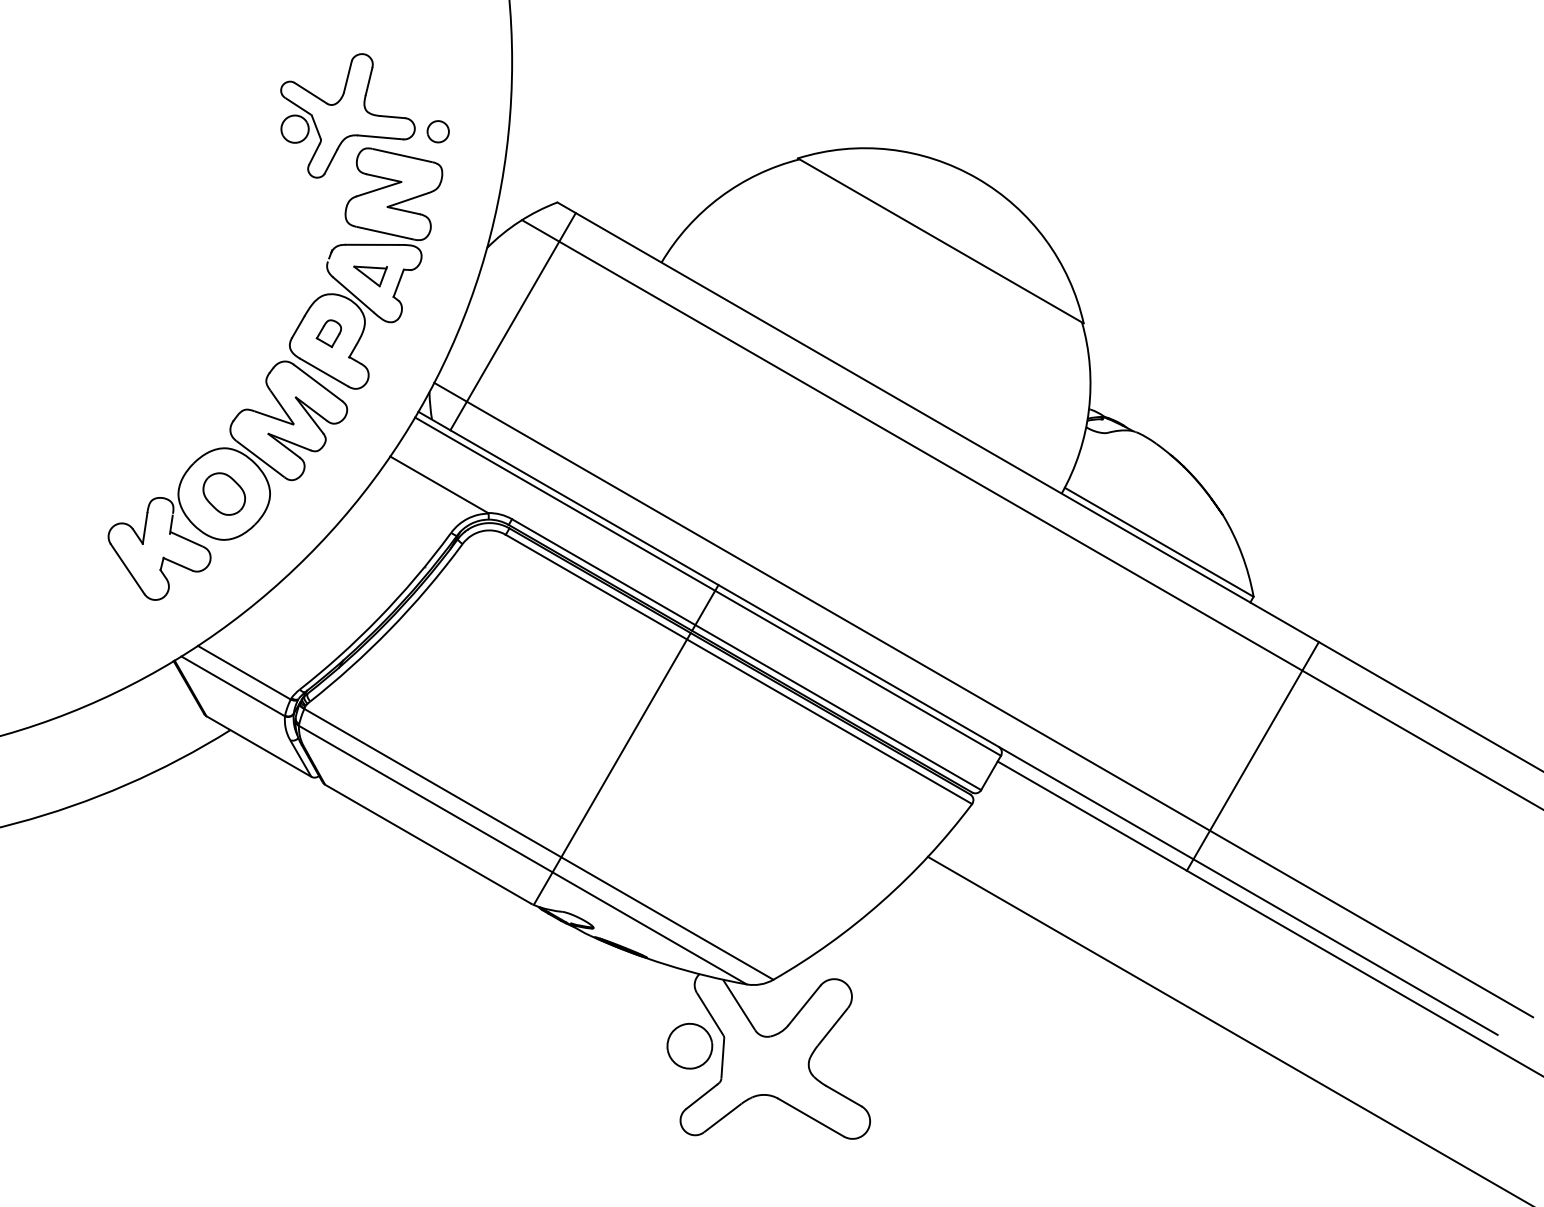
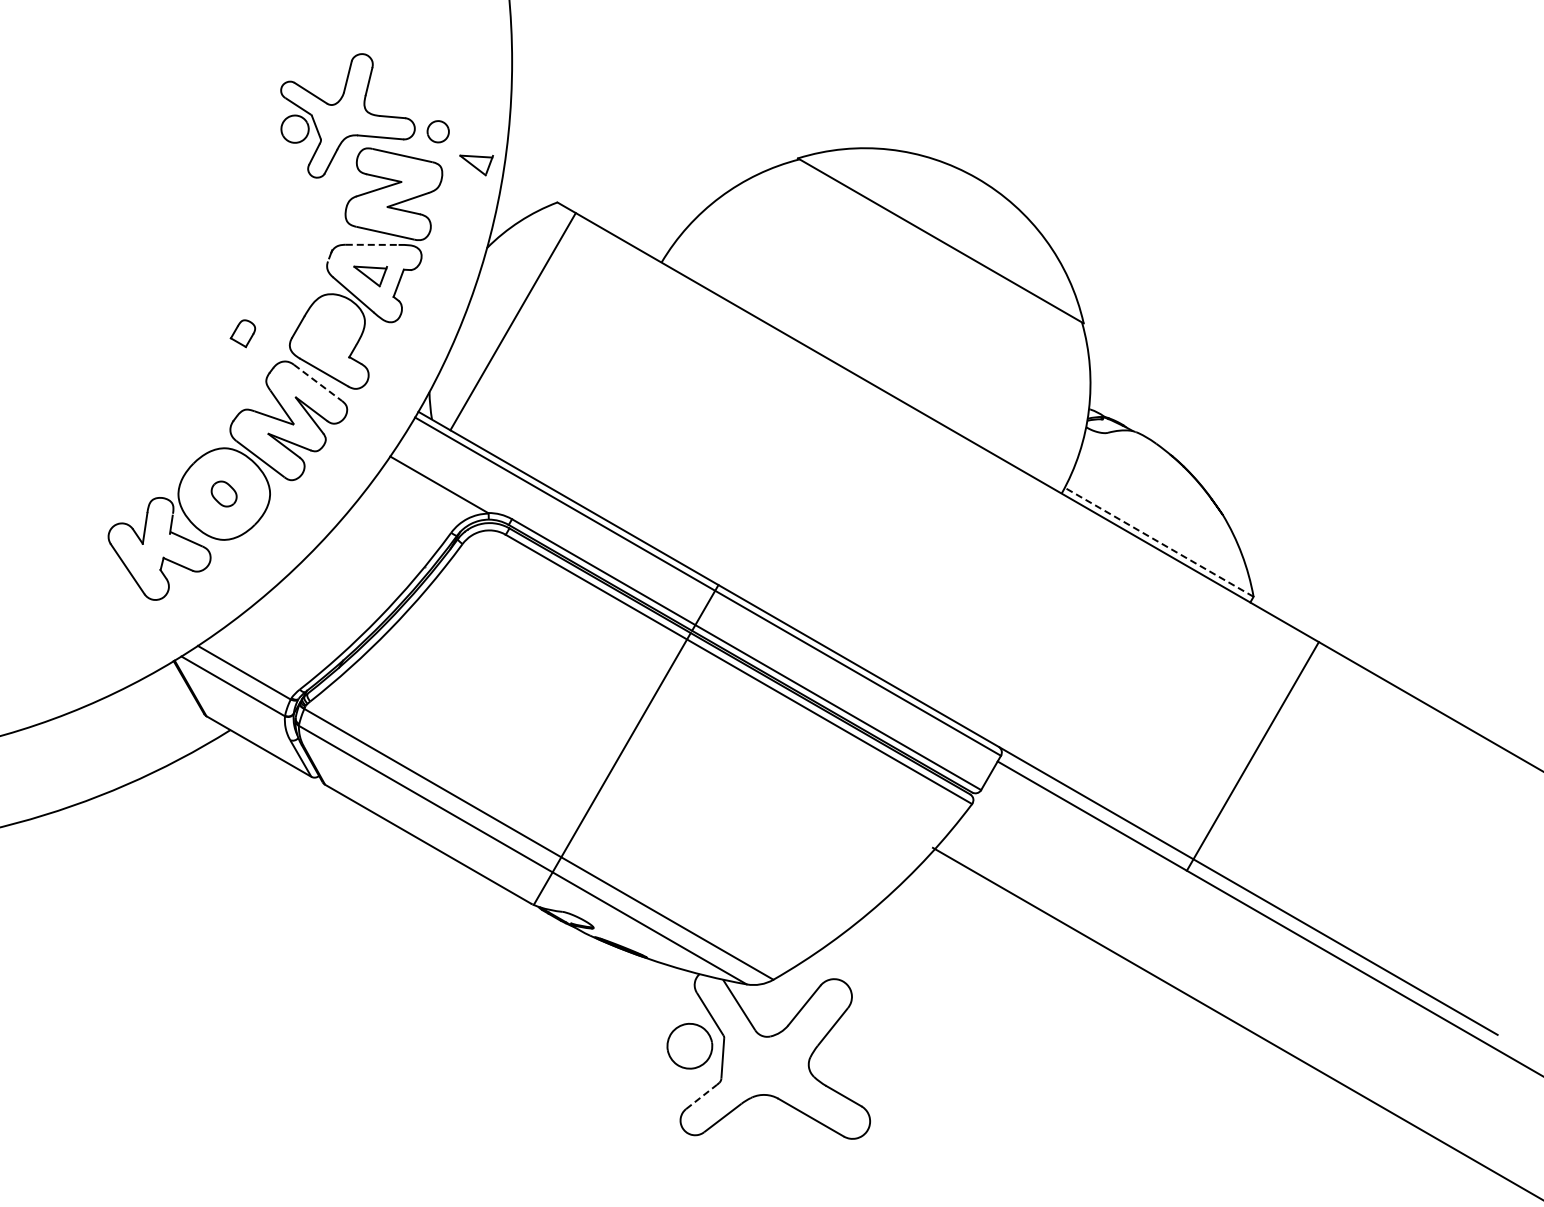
part at (476, 165): none -> present
line at (372, 244): solid -> dashed
part at (328, 333) position: (328, 333) -> (242, 333)
line at (318, 383): solid -> dashed
part at (223, 493) size: 44x44 px -> 28x28 px
line at (1030, 514): present -> none
line at (1159, 542): solid -> dashed
line at (983, 699): present -> none
line at (1228, 1029) position: (1228, 1029) -> (1236, 1022)
line at (701, 1096): solid -> dashed
